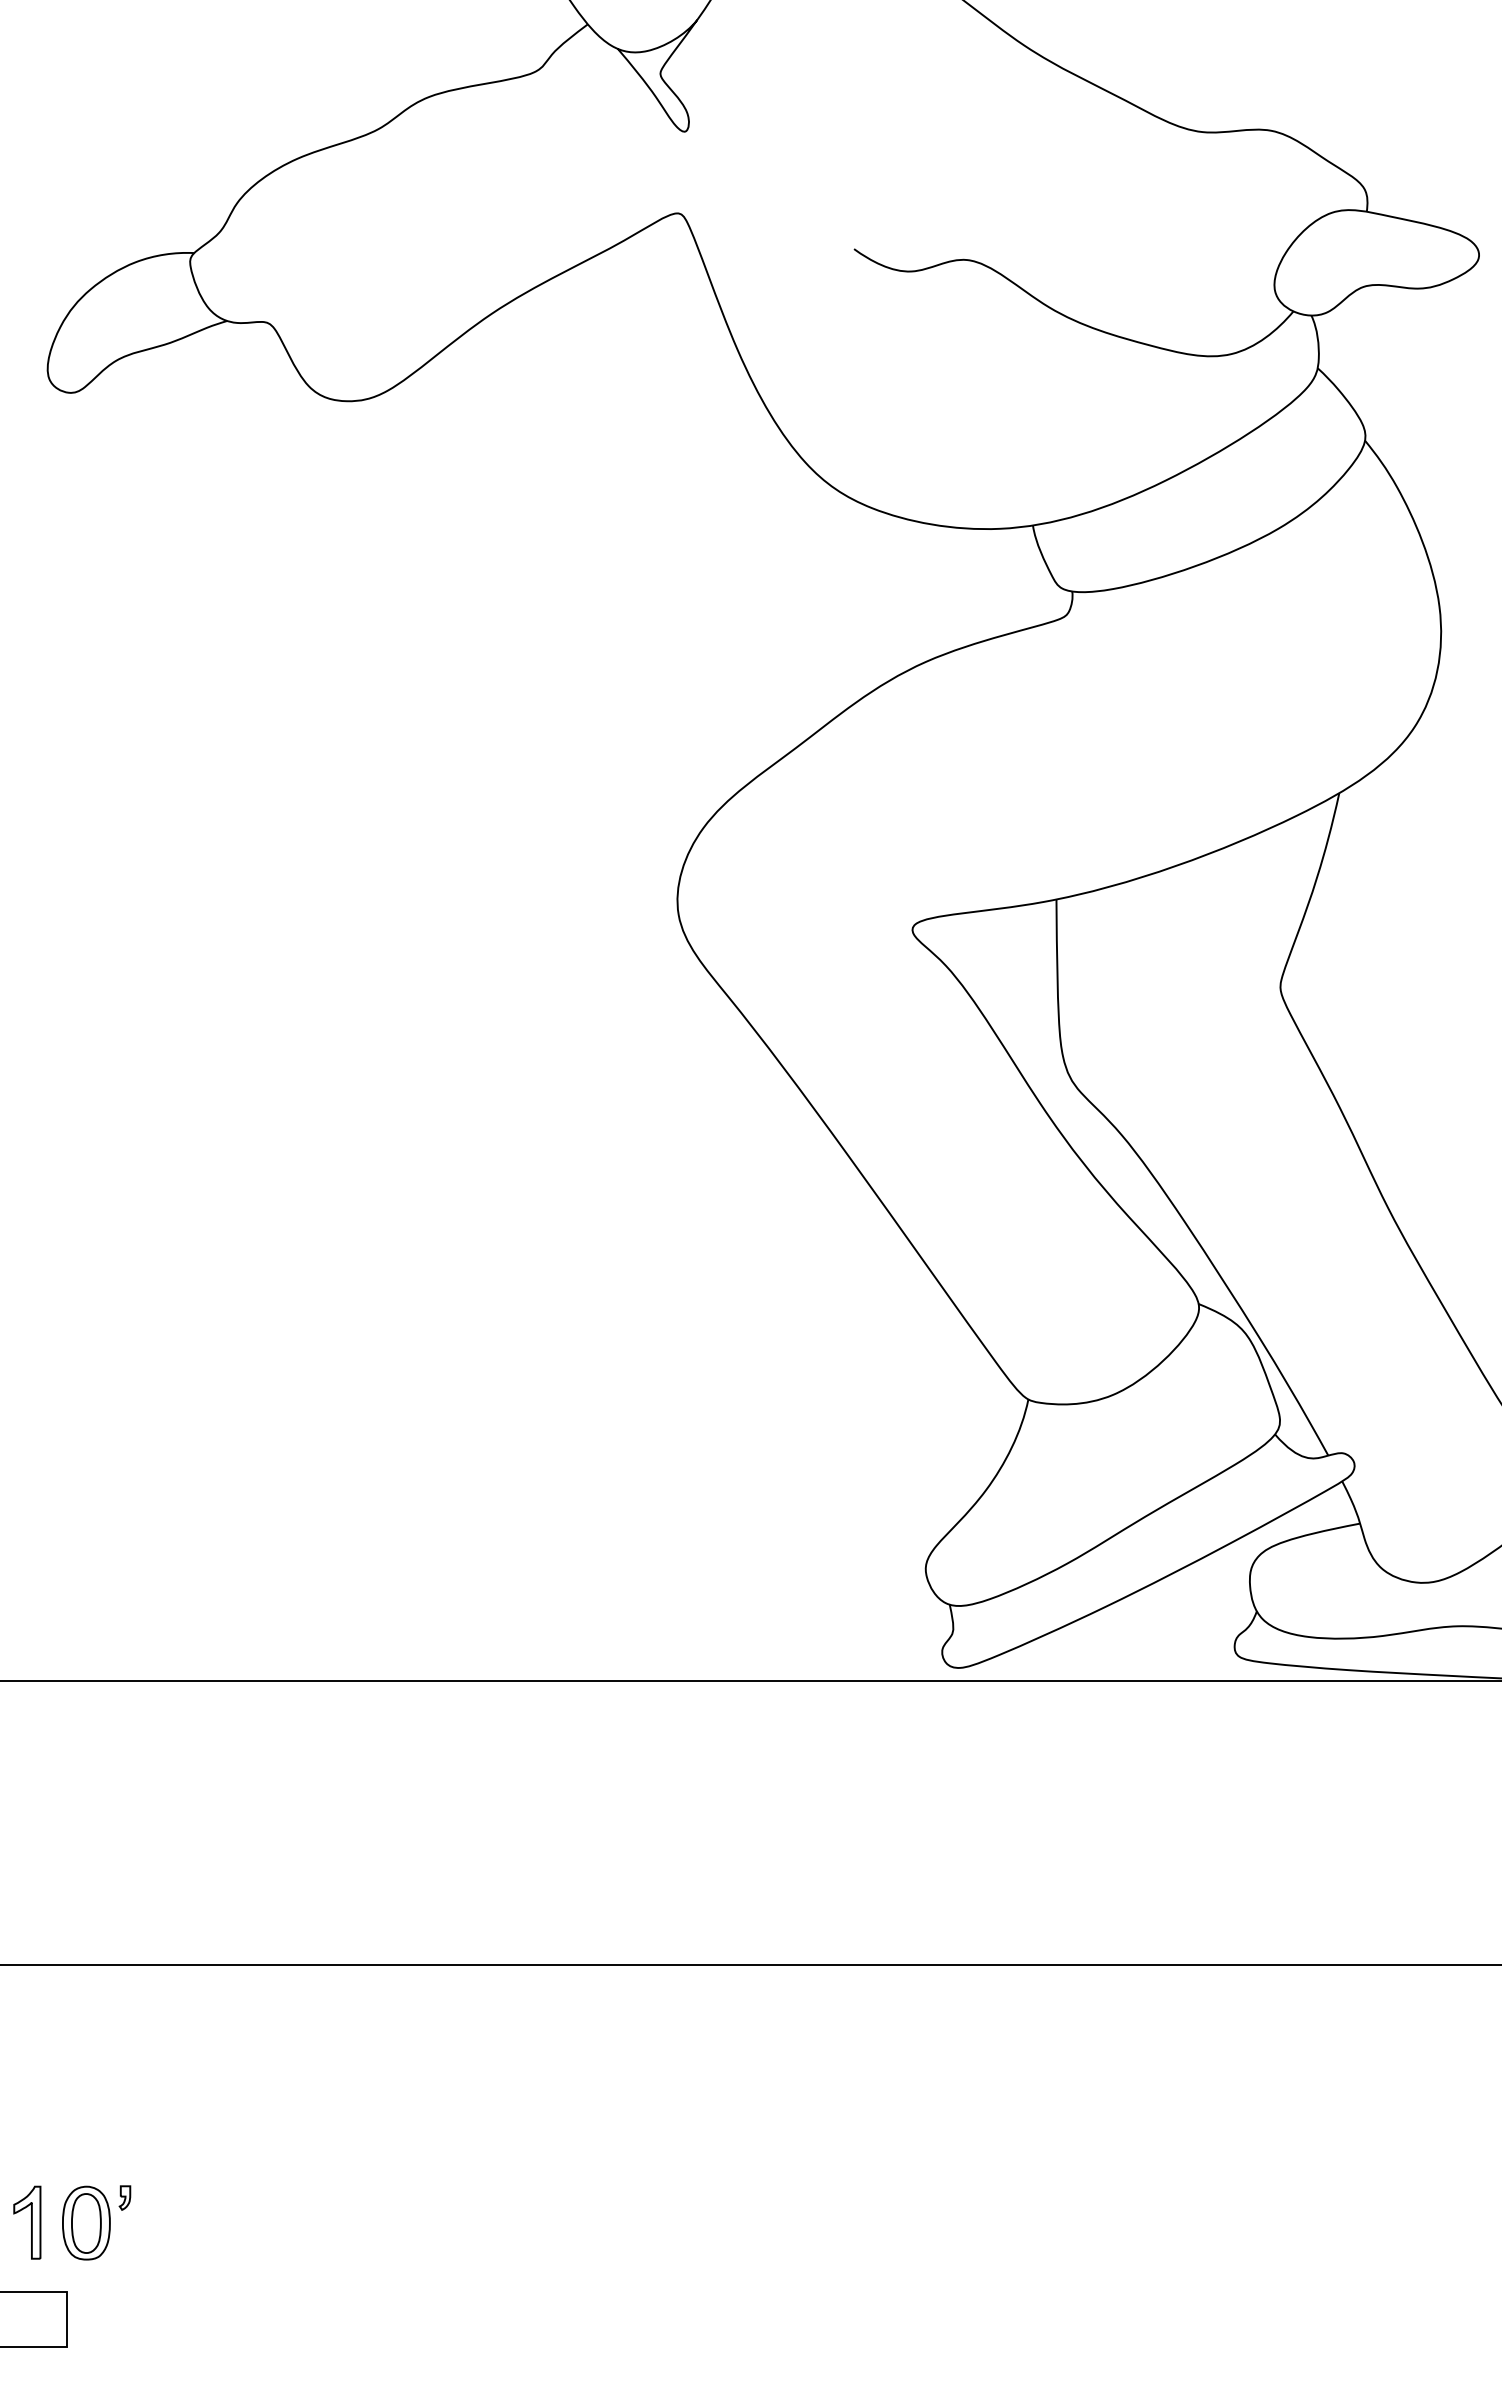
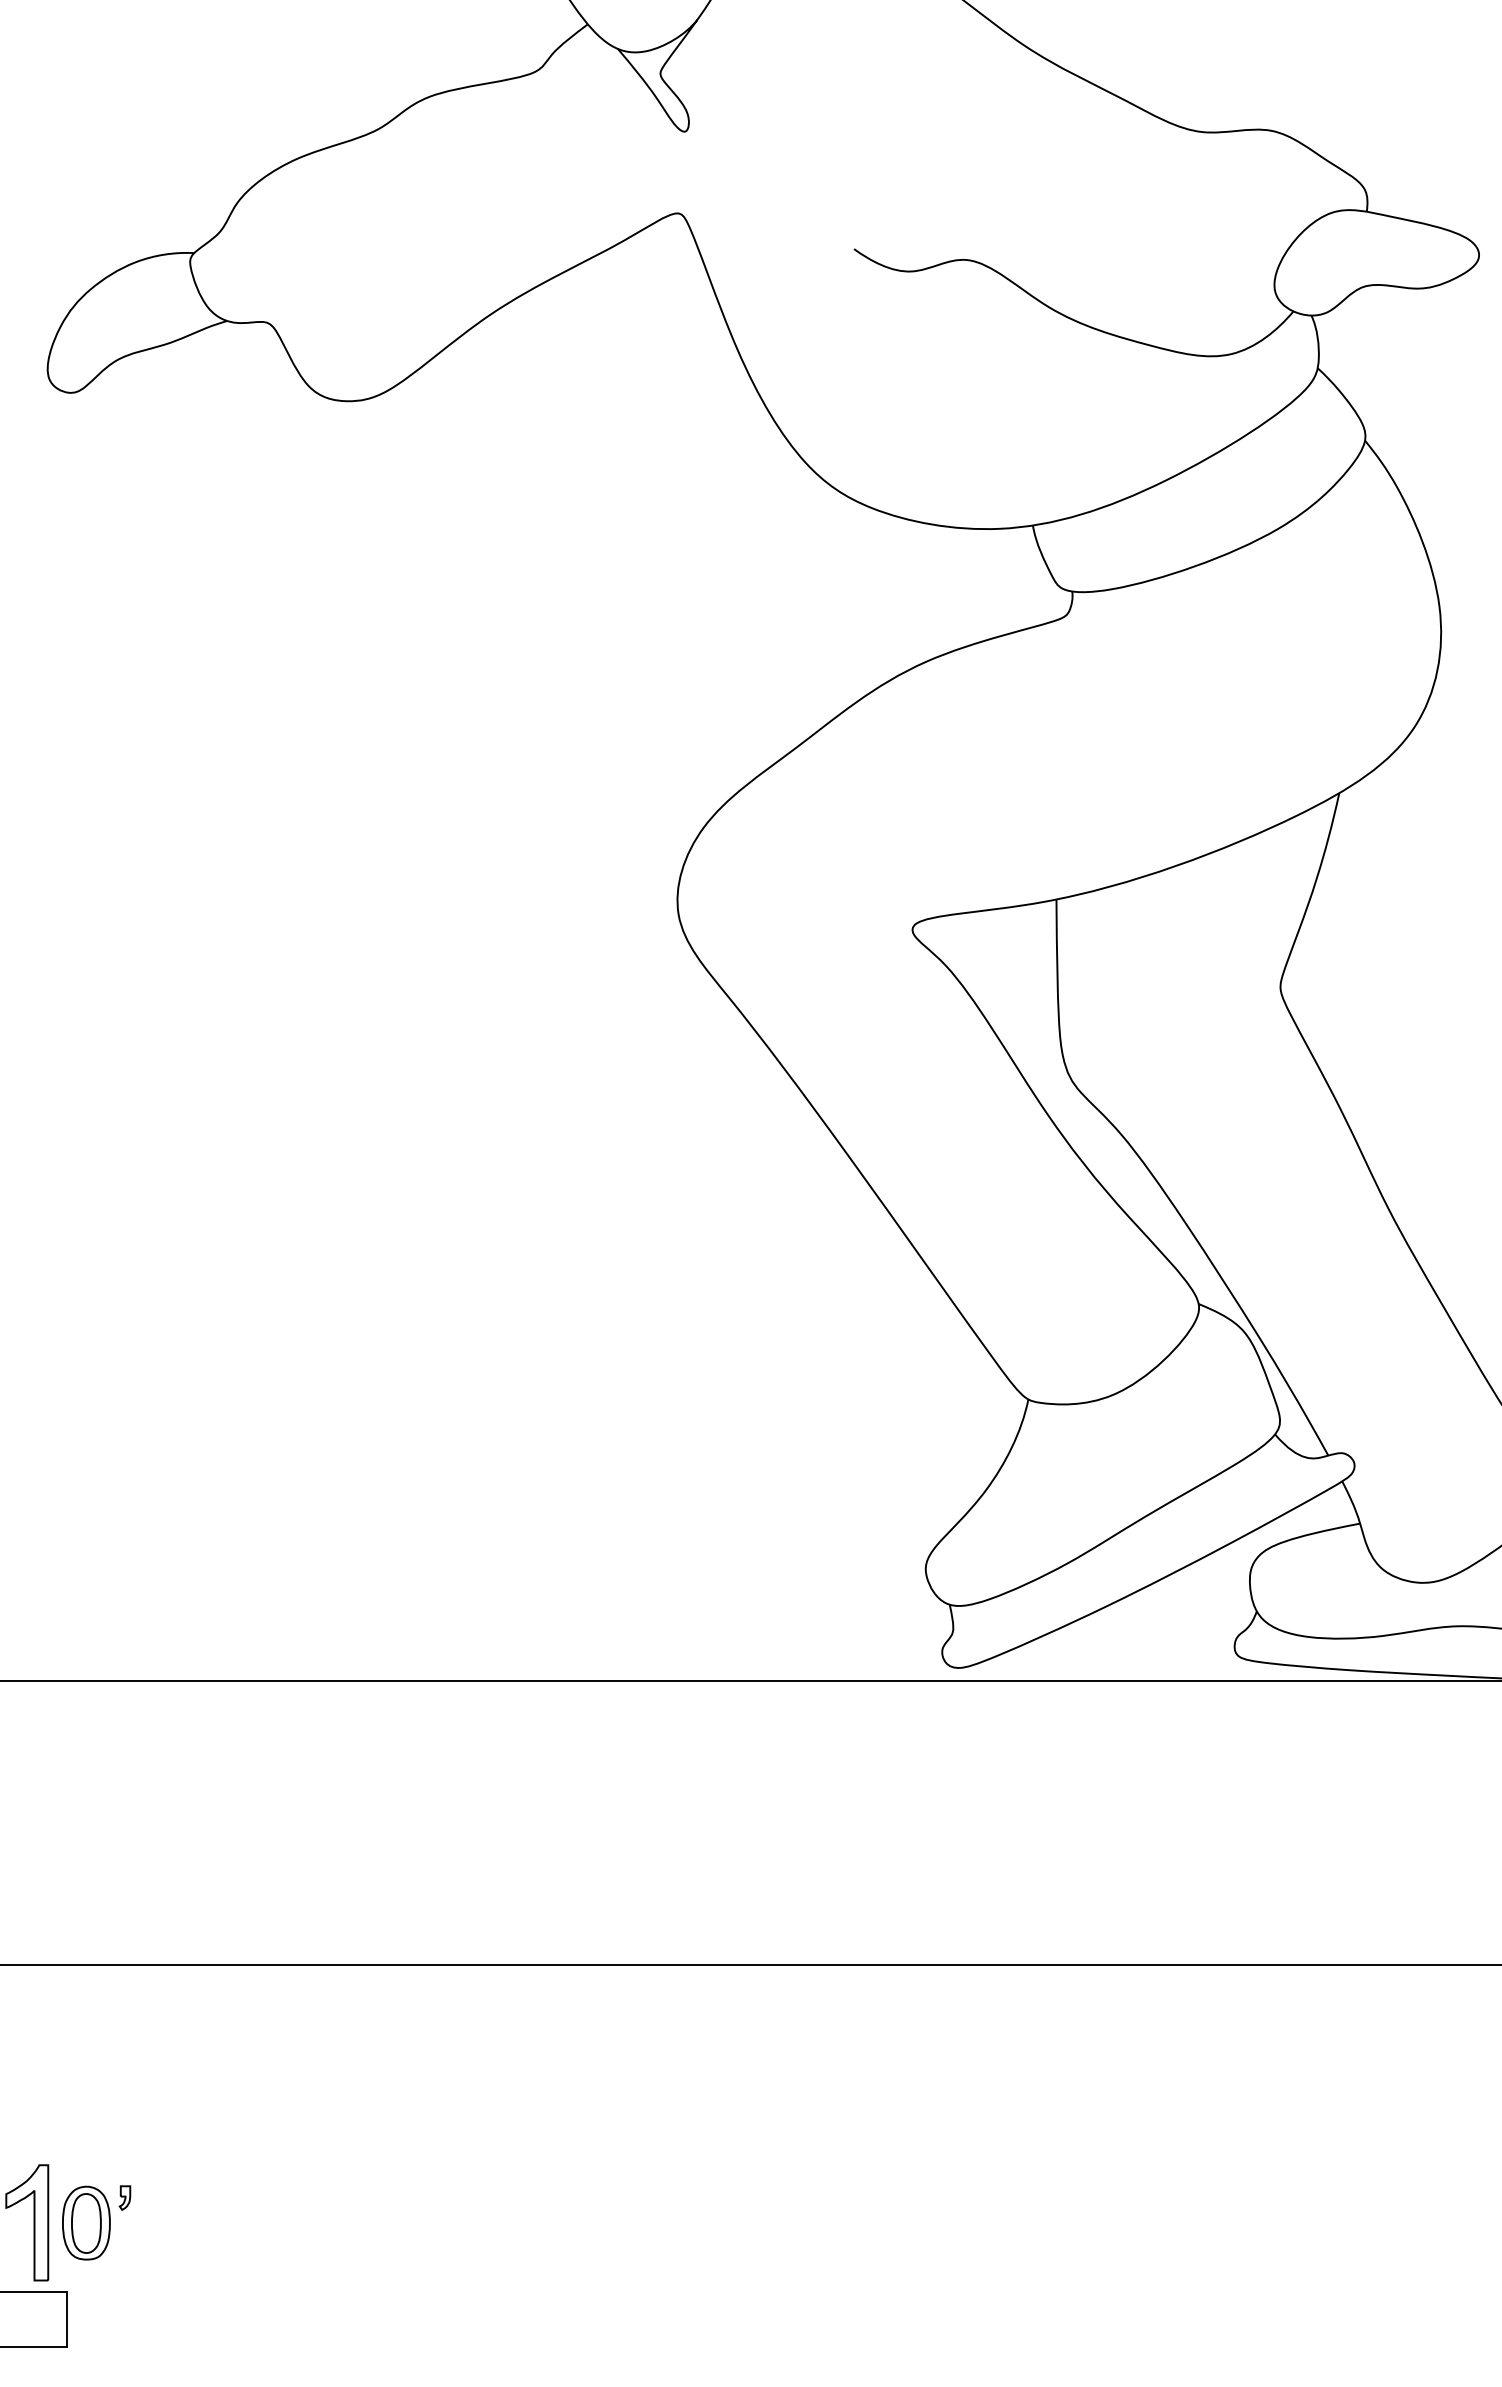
part at (27, 2222) size: 29x75 px -> 45x118 px
